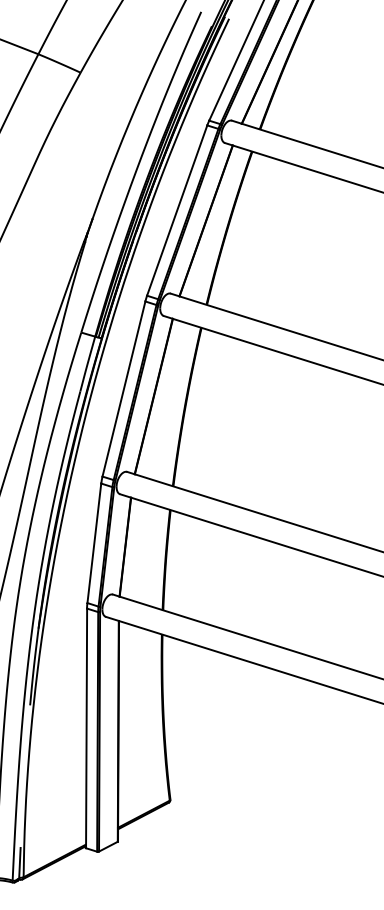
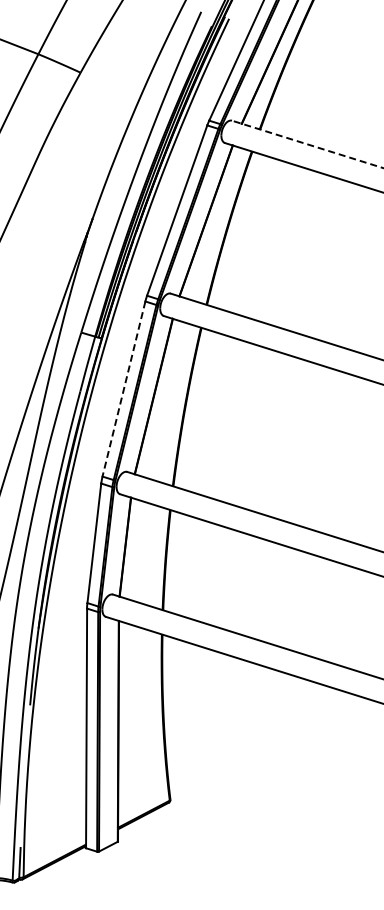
line at (307, 144): solid -> dashed
line at (123, 389): solid -> dashed
